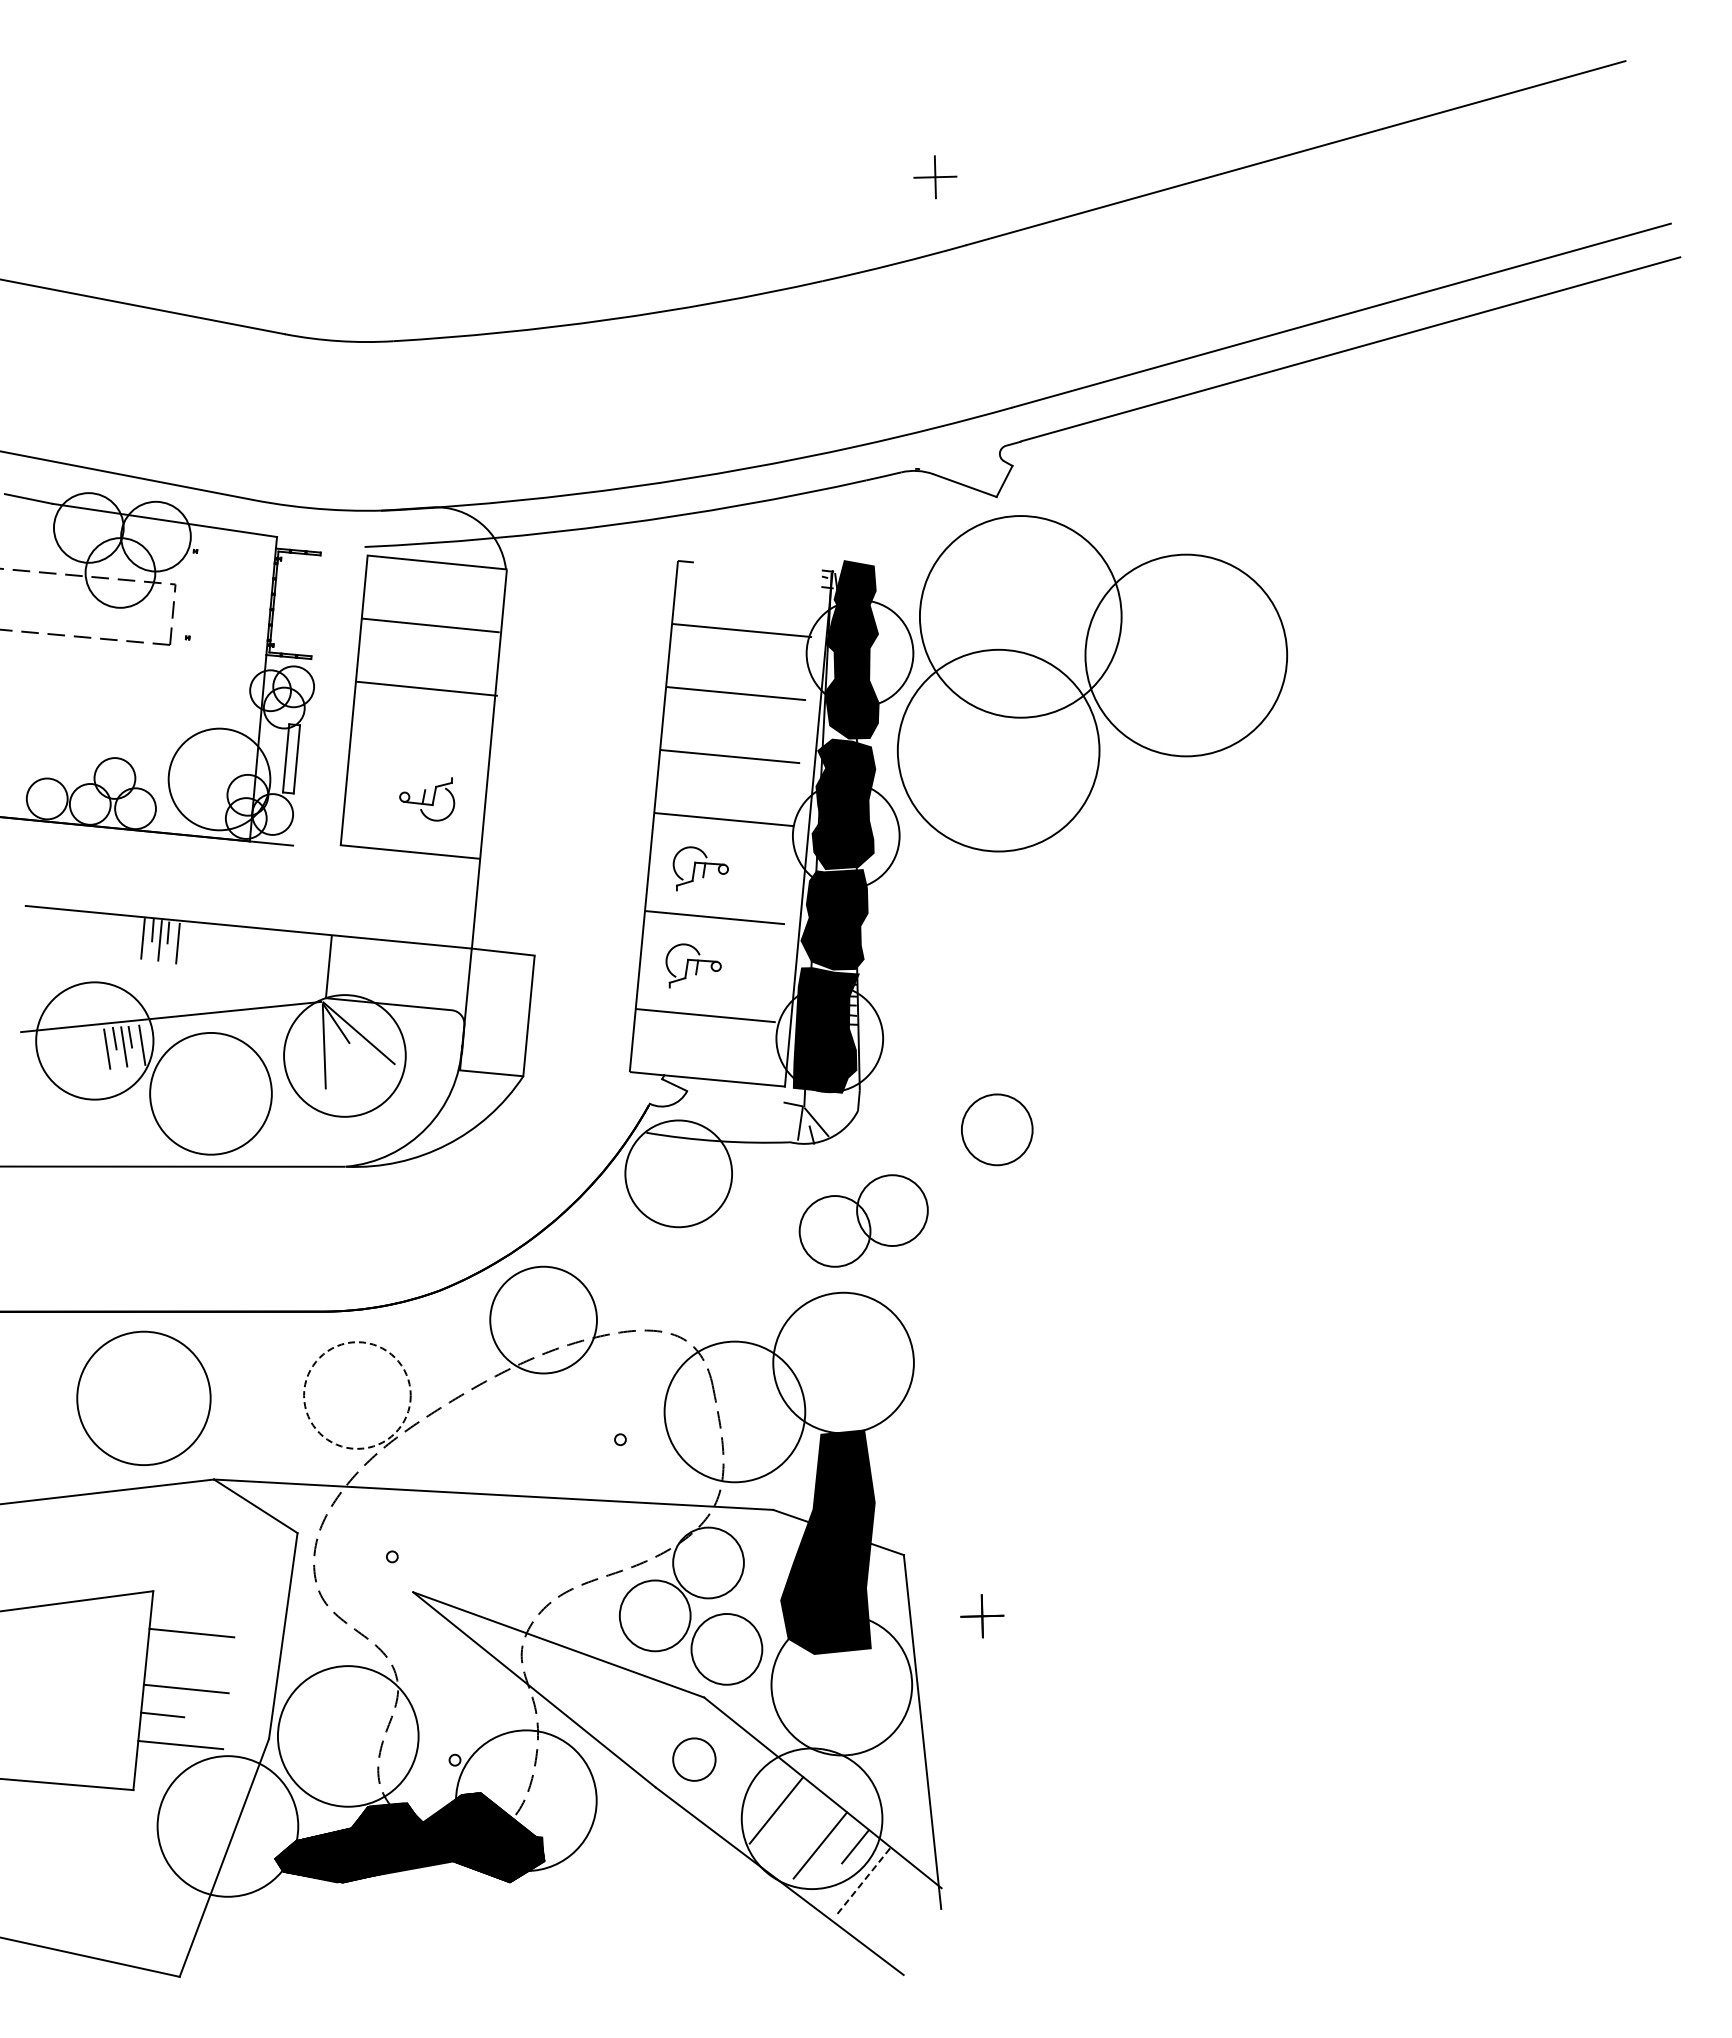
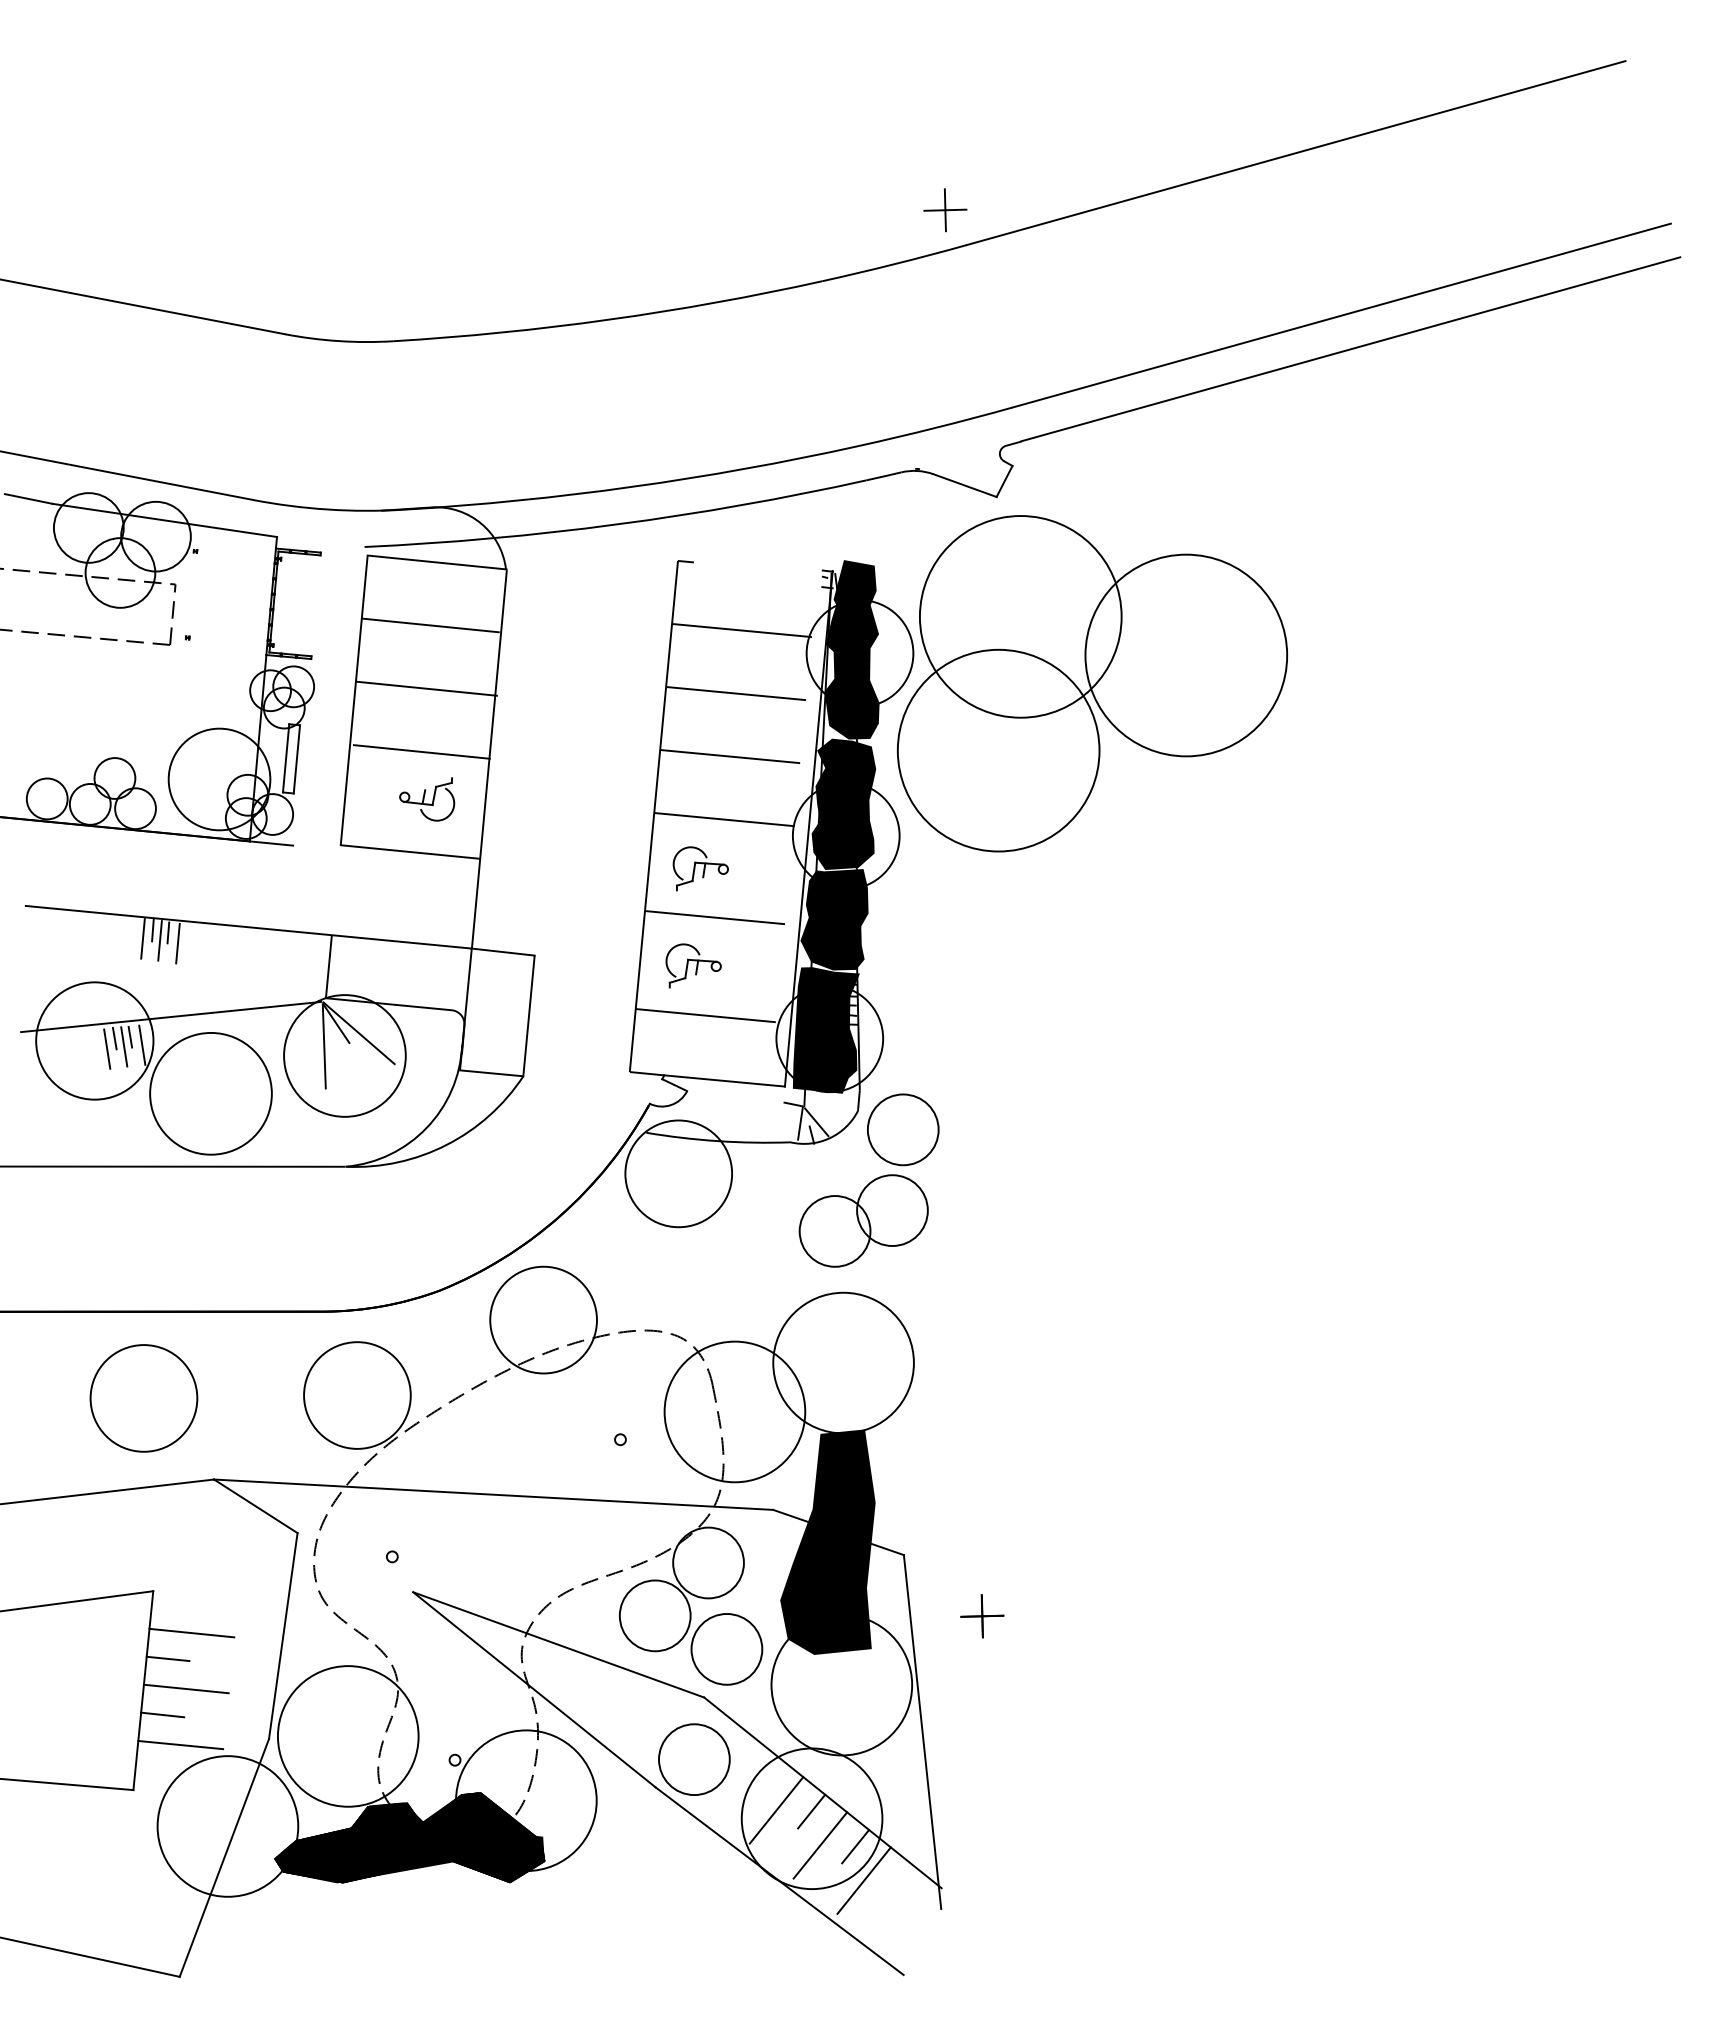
part at (935, 177) position: (935, 177) -> (945, 210)
line at (421, 751): none -> present
circle at (997, 1129) position: (997, 1129) -> (903, 1129)
circle at (357, 1395): dashed -> solid
circle at (143, 1398) diameter: 133 px -> 107 px
line at (167, 1658): none -> present
circle at (694, 1759) diameter: 42 px -> 71 px
line at (811, 1811): none -> present
line at (864, 1880): dashed -> solid
